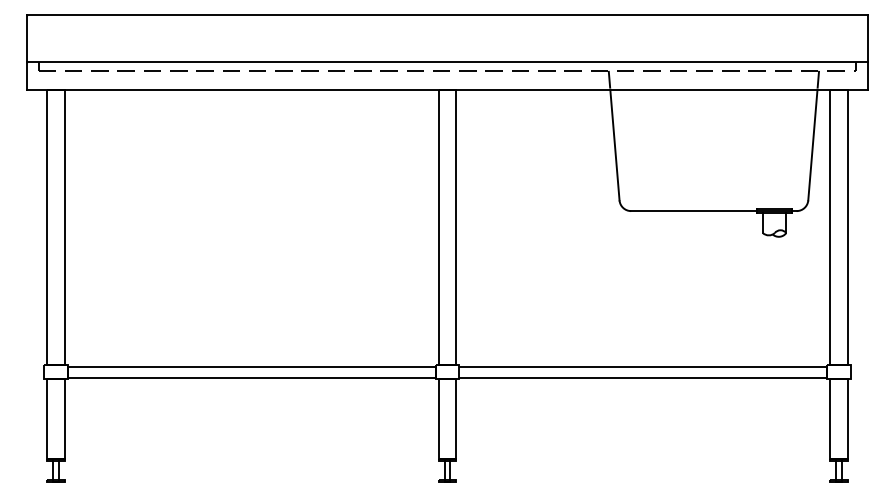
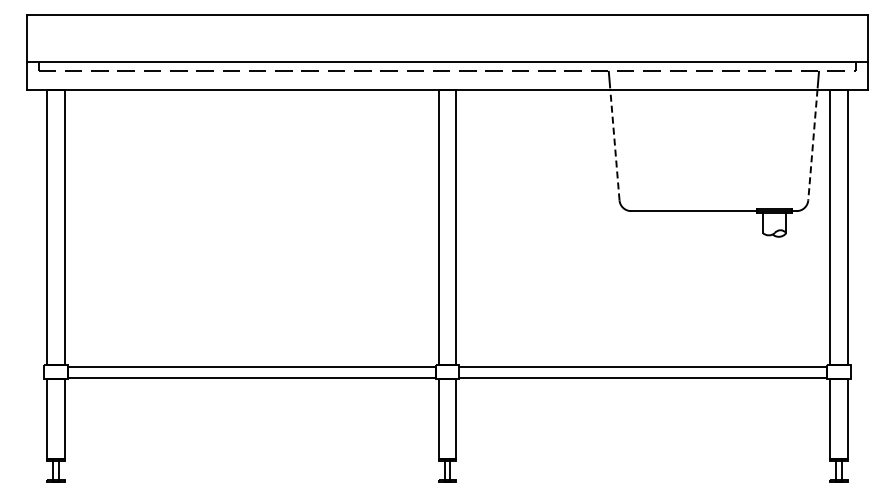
line at (614, 144): solid -> dashed
line at (812, 144): solid -> dashed
